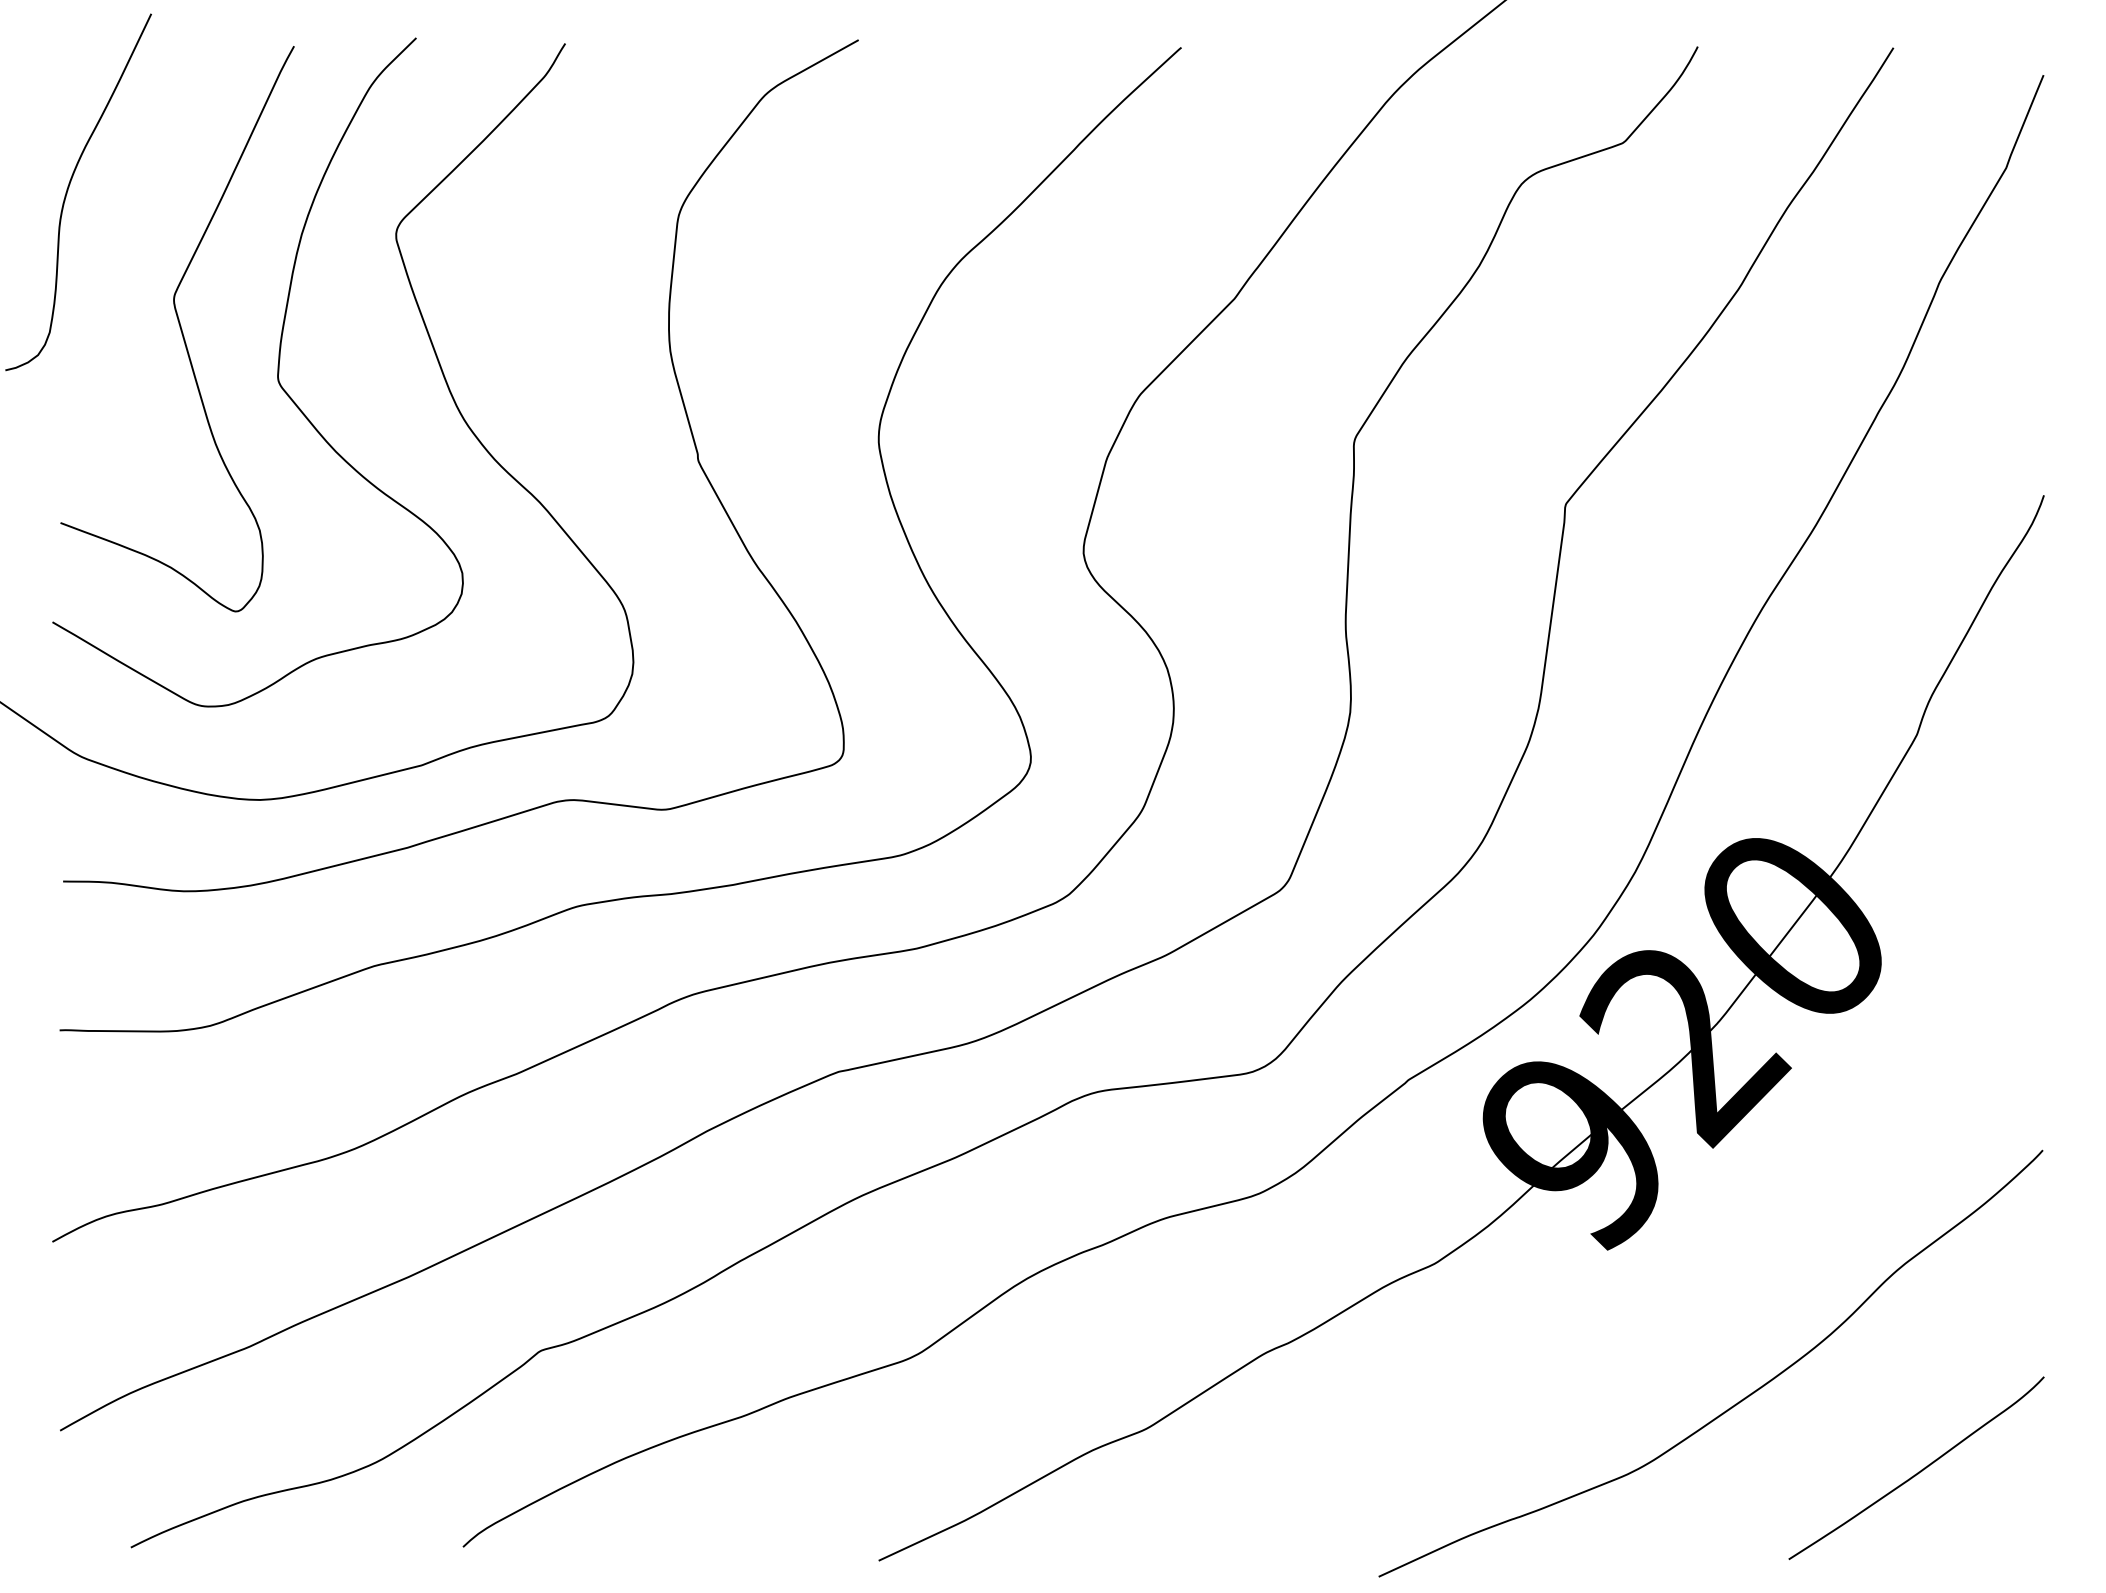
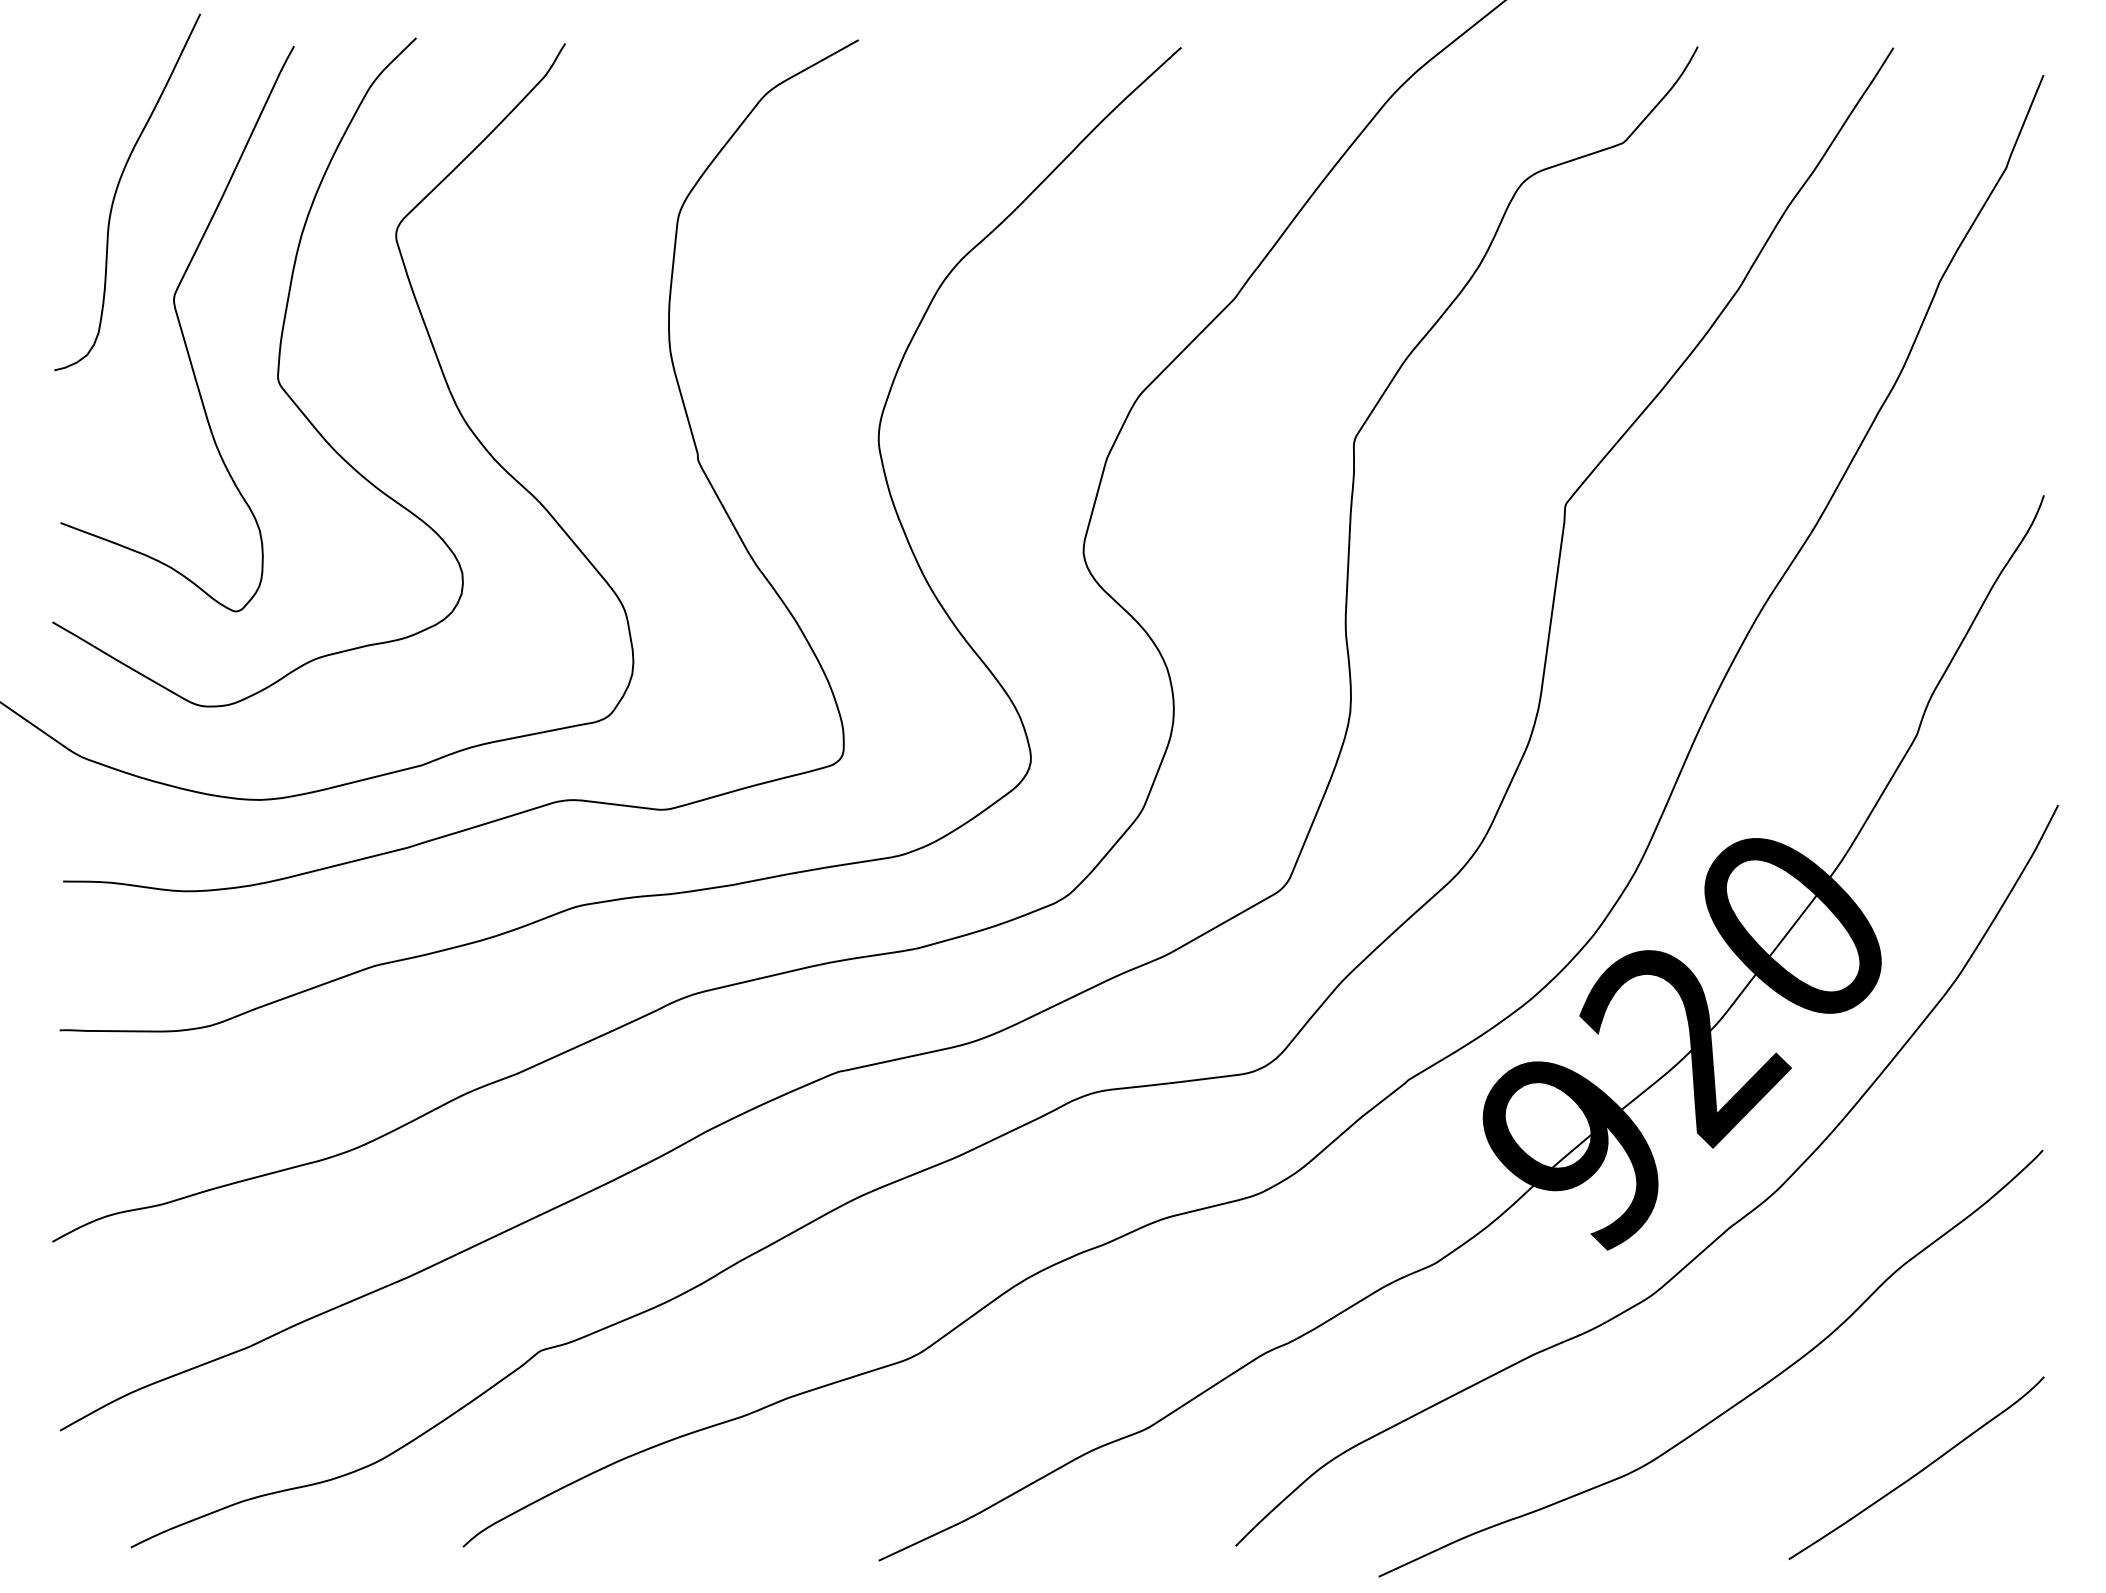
curve at (68, 190) position: (68, 190) -> (117, 190)
curve at (1706, 1246): none -> present
